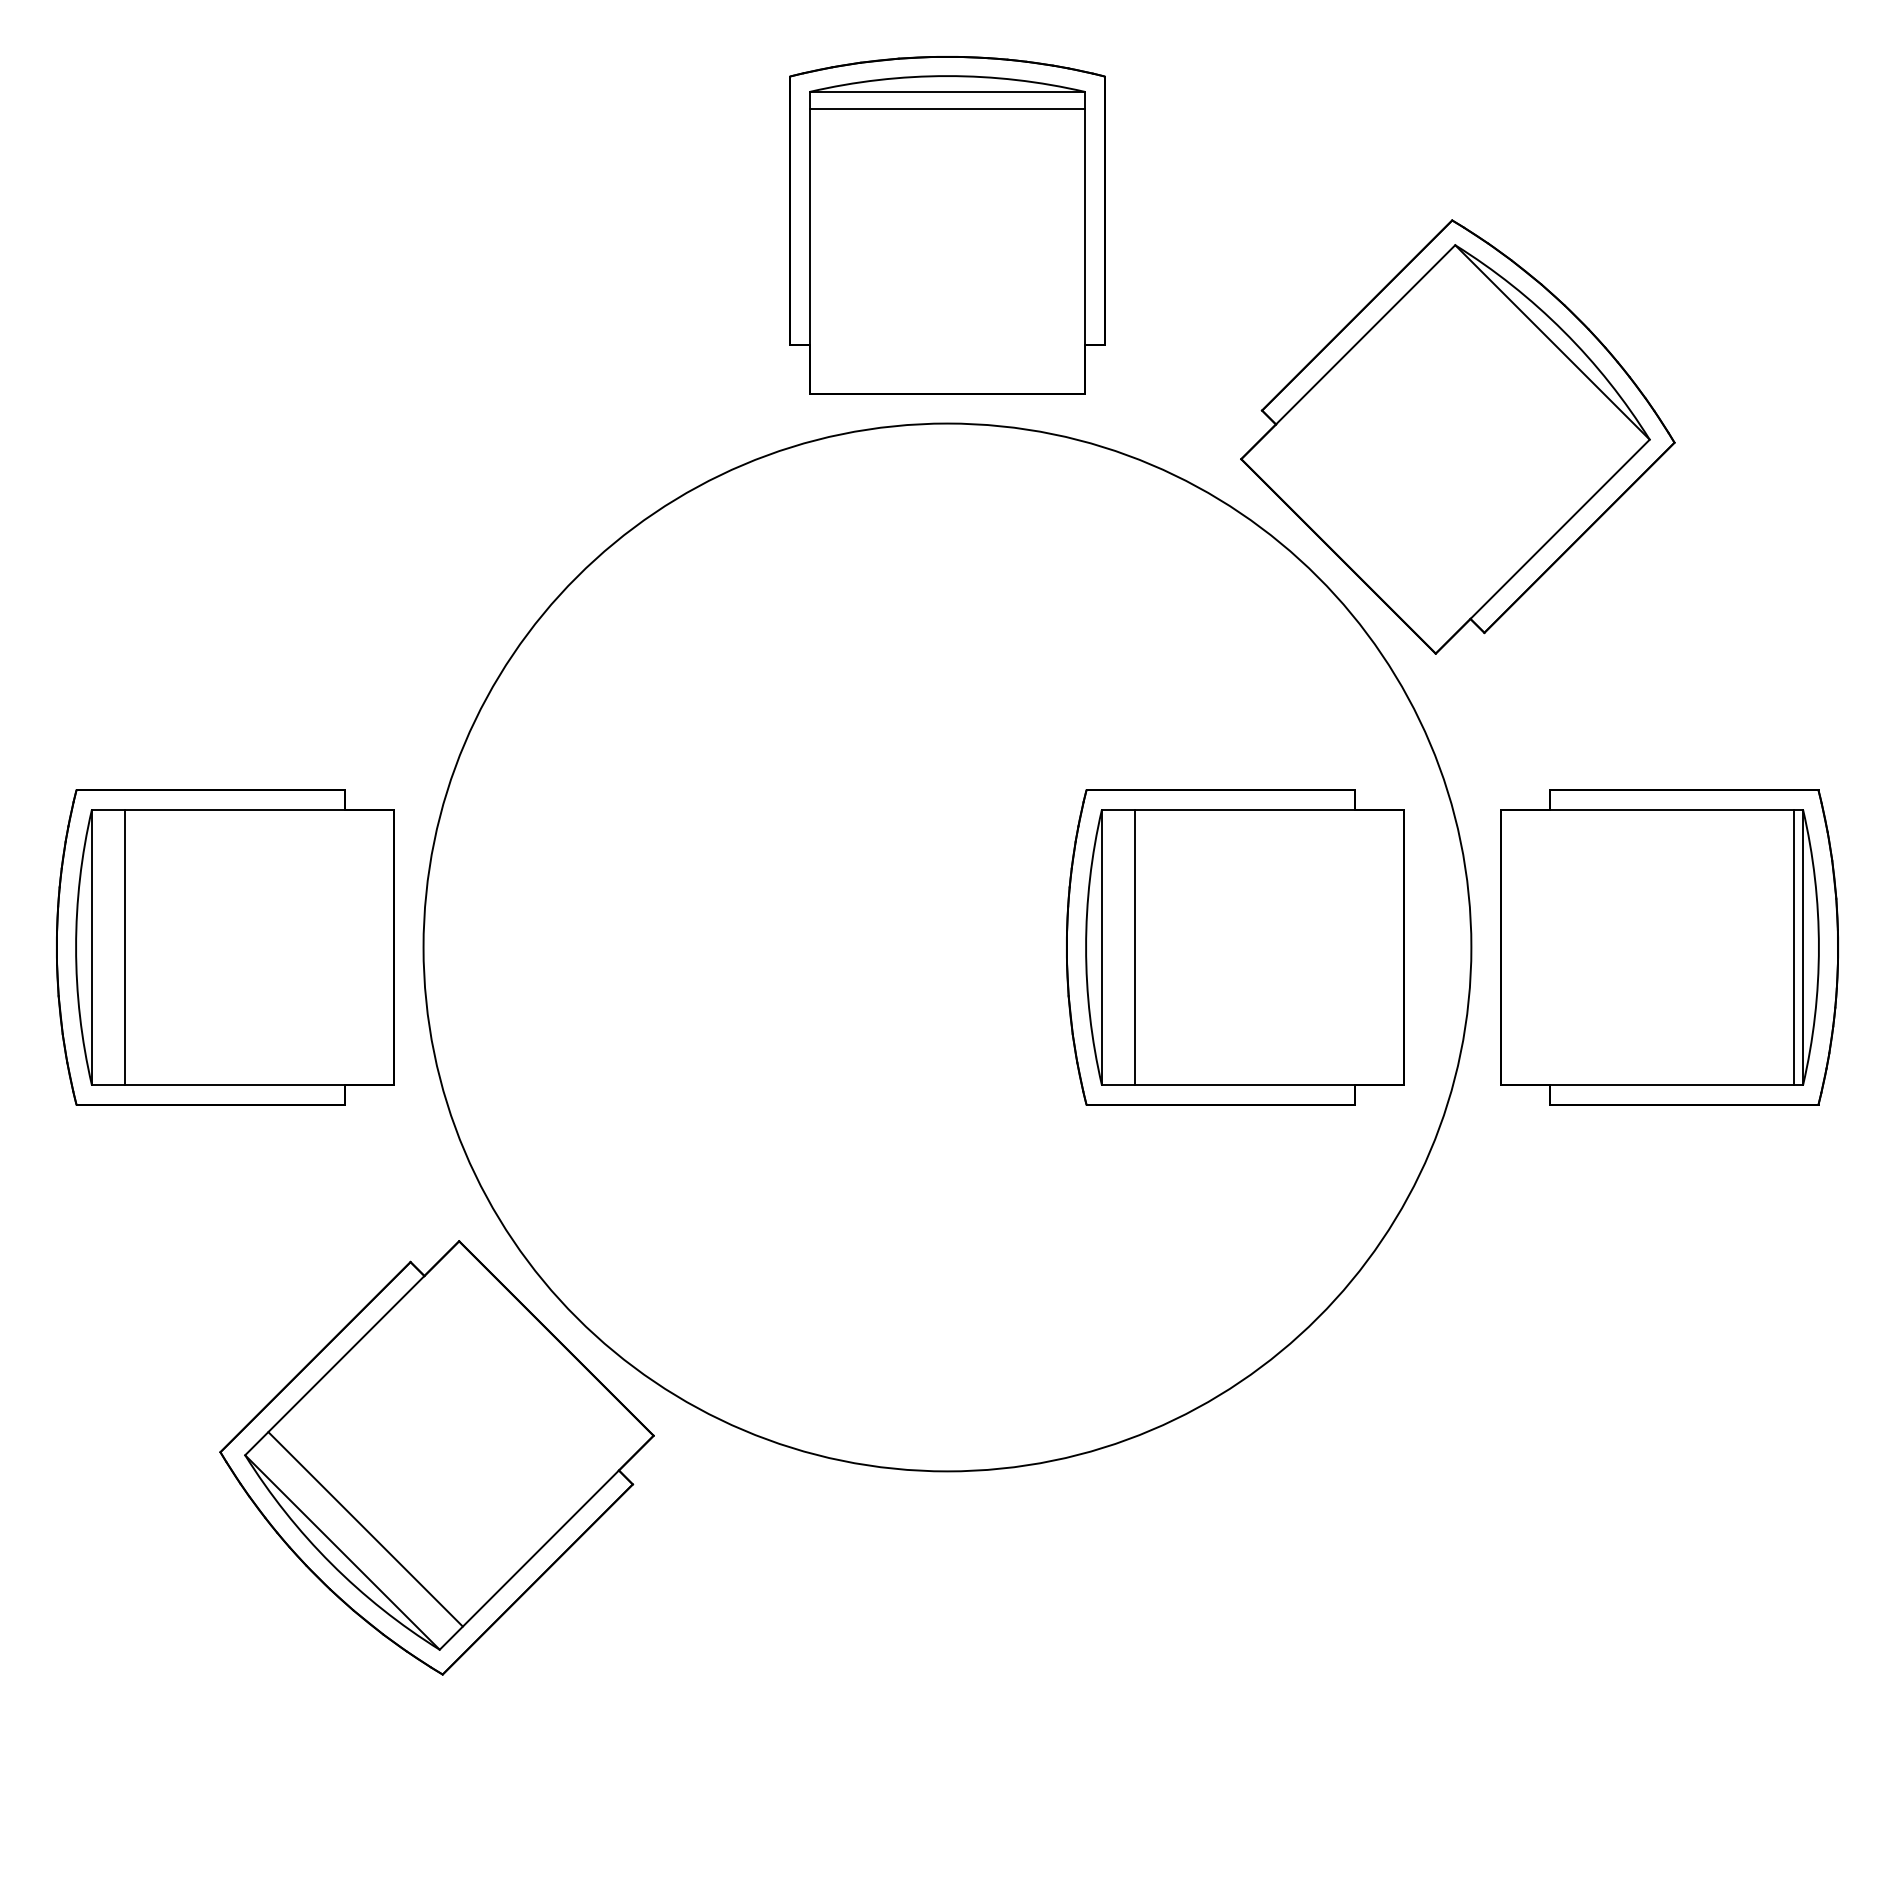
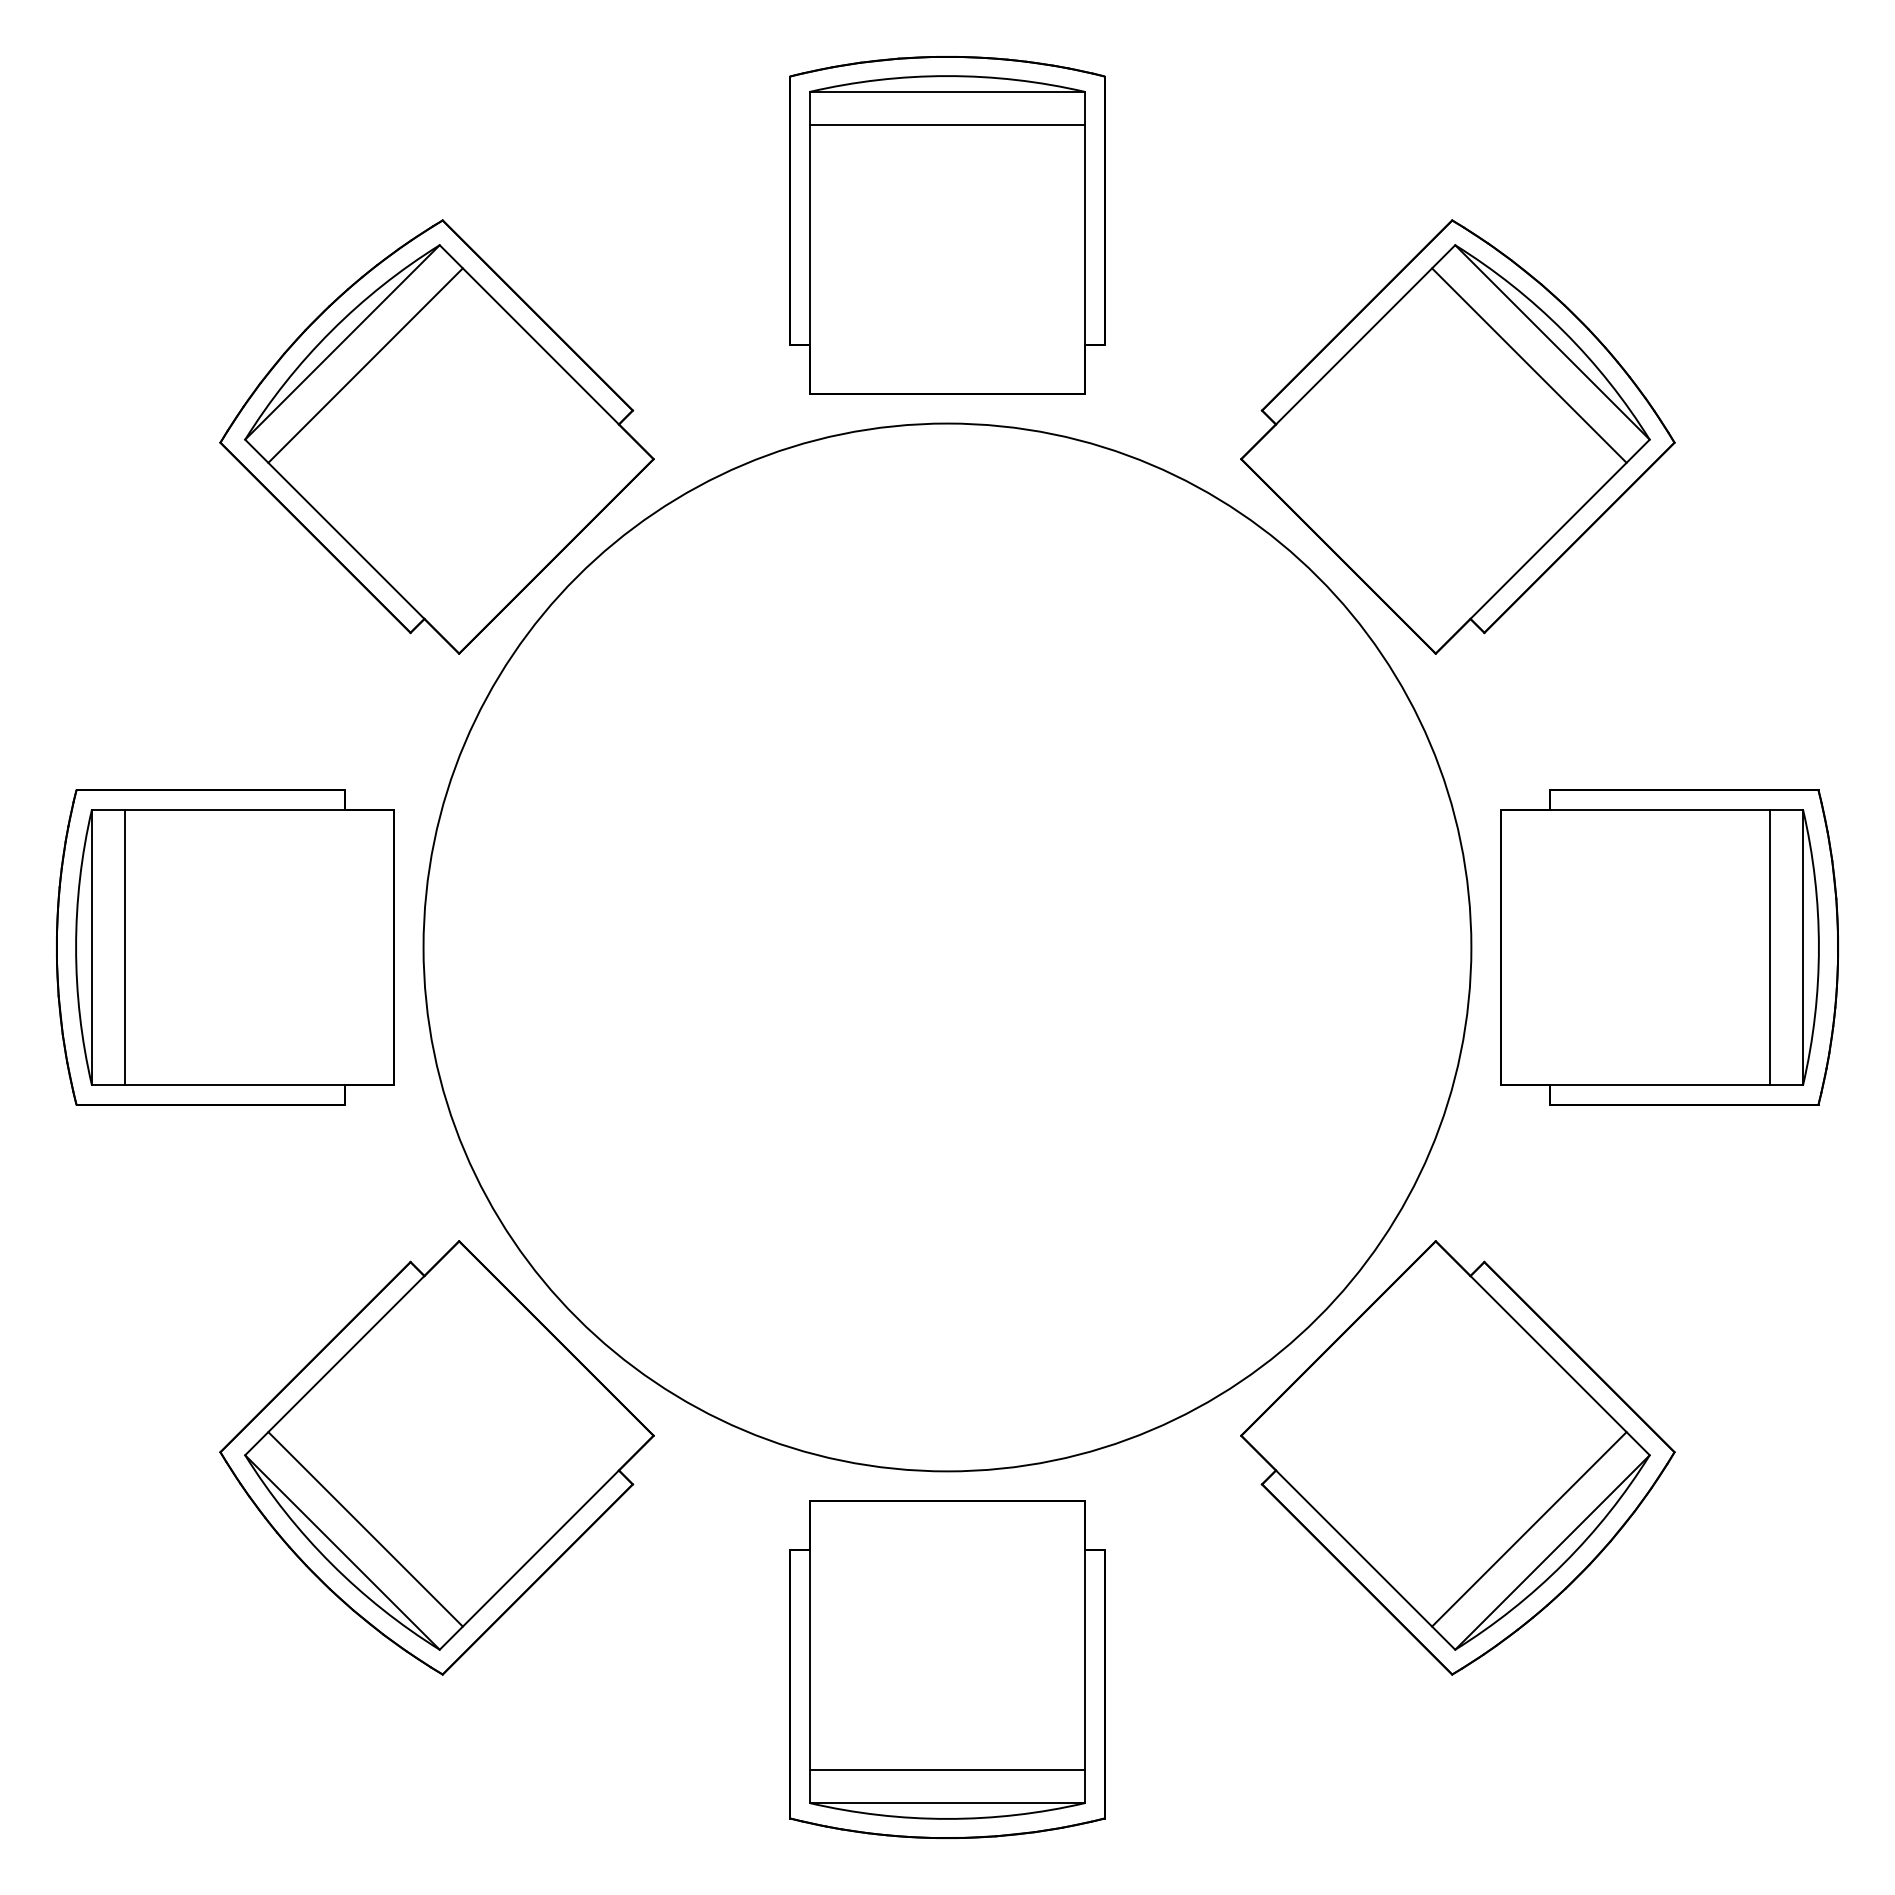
line at (947, 108) position: (947, 108) -> (947, 124)
line at (1529, 365): none -> present
part at (436, 436): none -> present
part at (1235, 947): present -> none
line at (1794, 947) position: (1794, 947) -> (1770, 947)
part at (1457, 1457): none -> present
part at (947, 1669): none -> present
